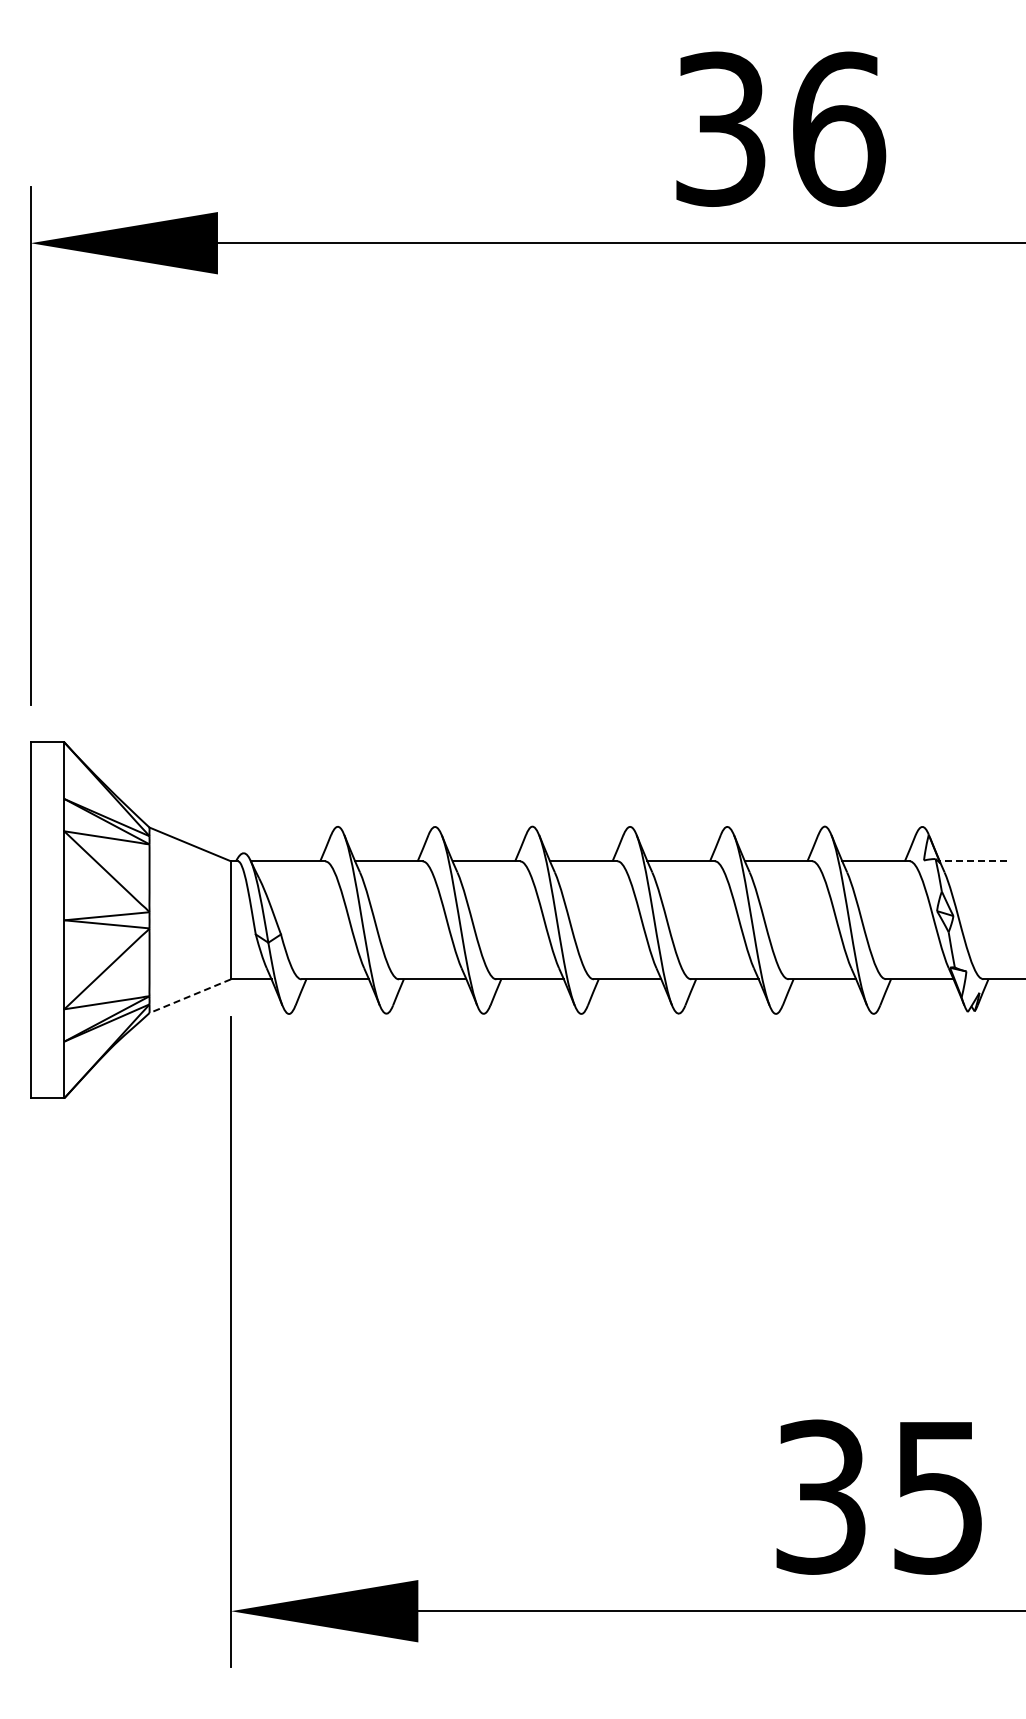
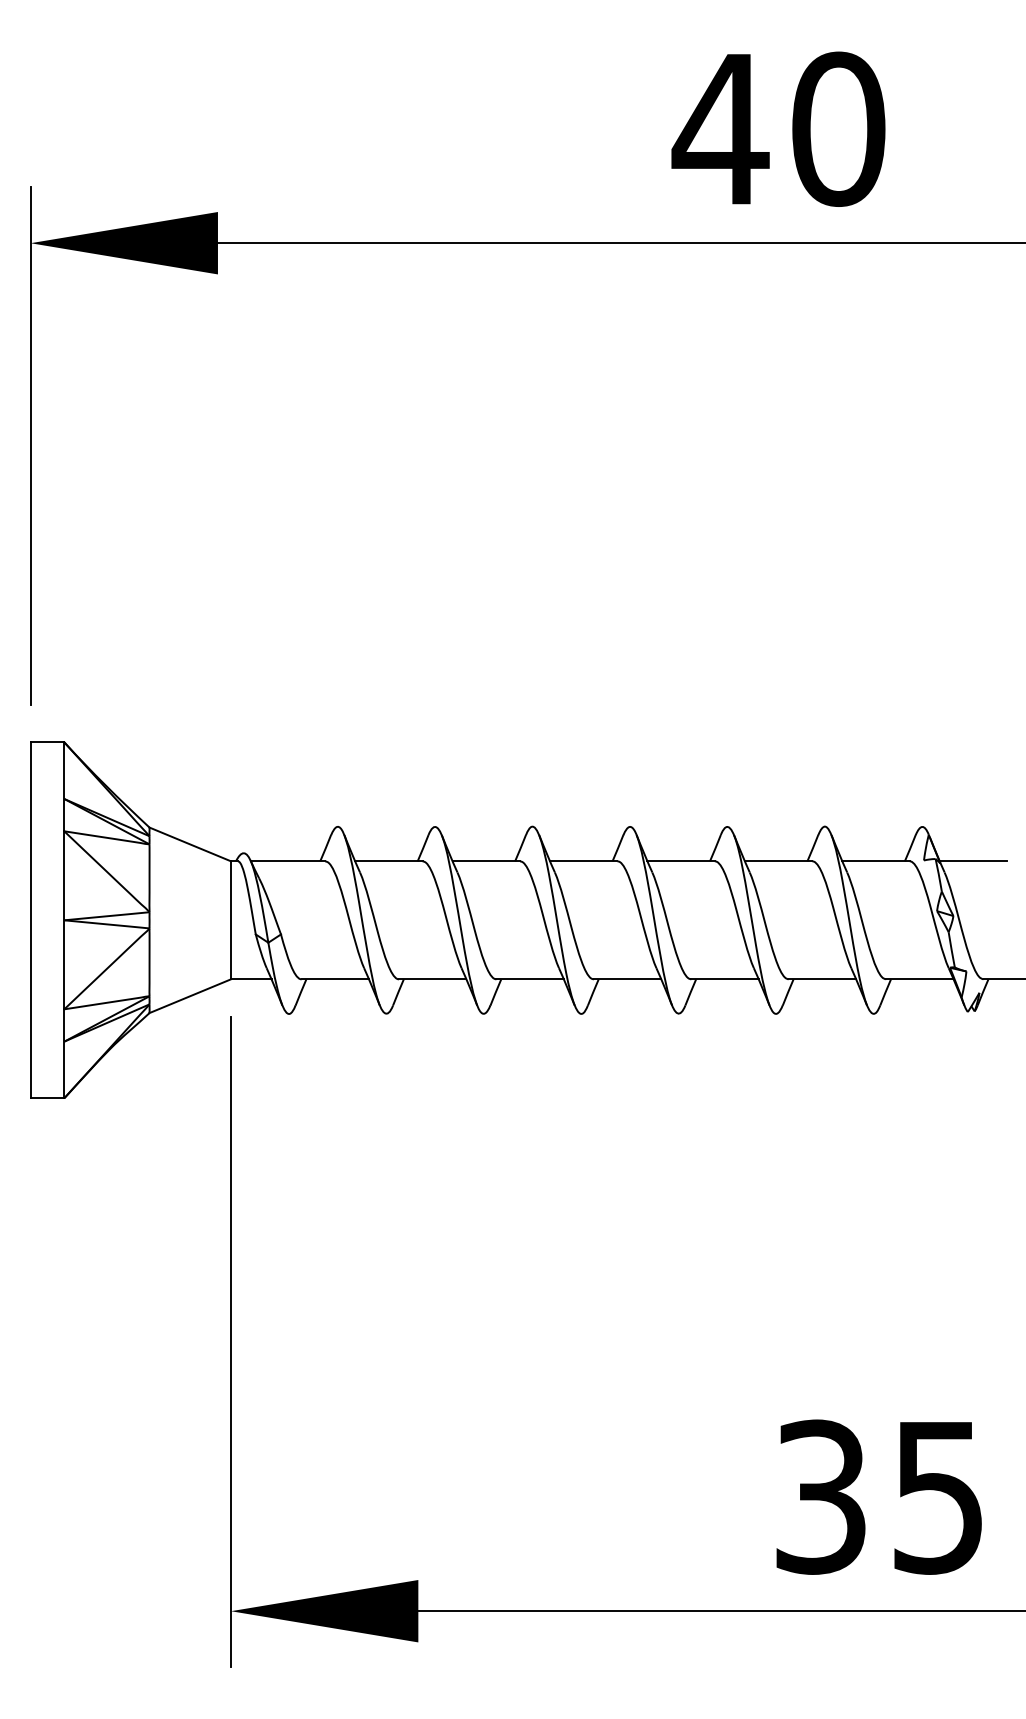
text at (778, 128): 36 -> 40
line at (973, 861): dashed -> solid
line at (189, 996): dashed -> solid
